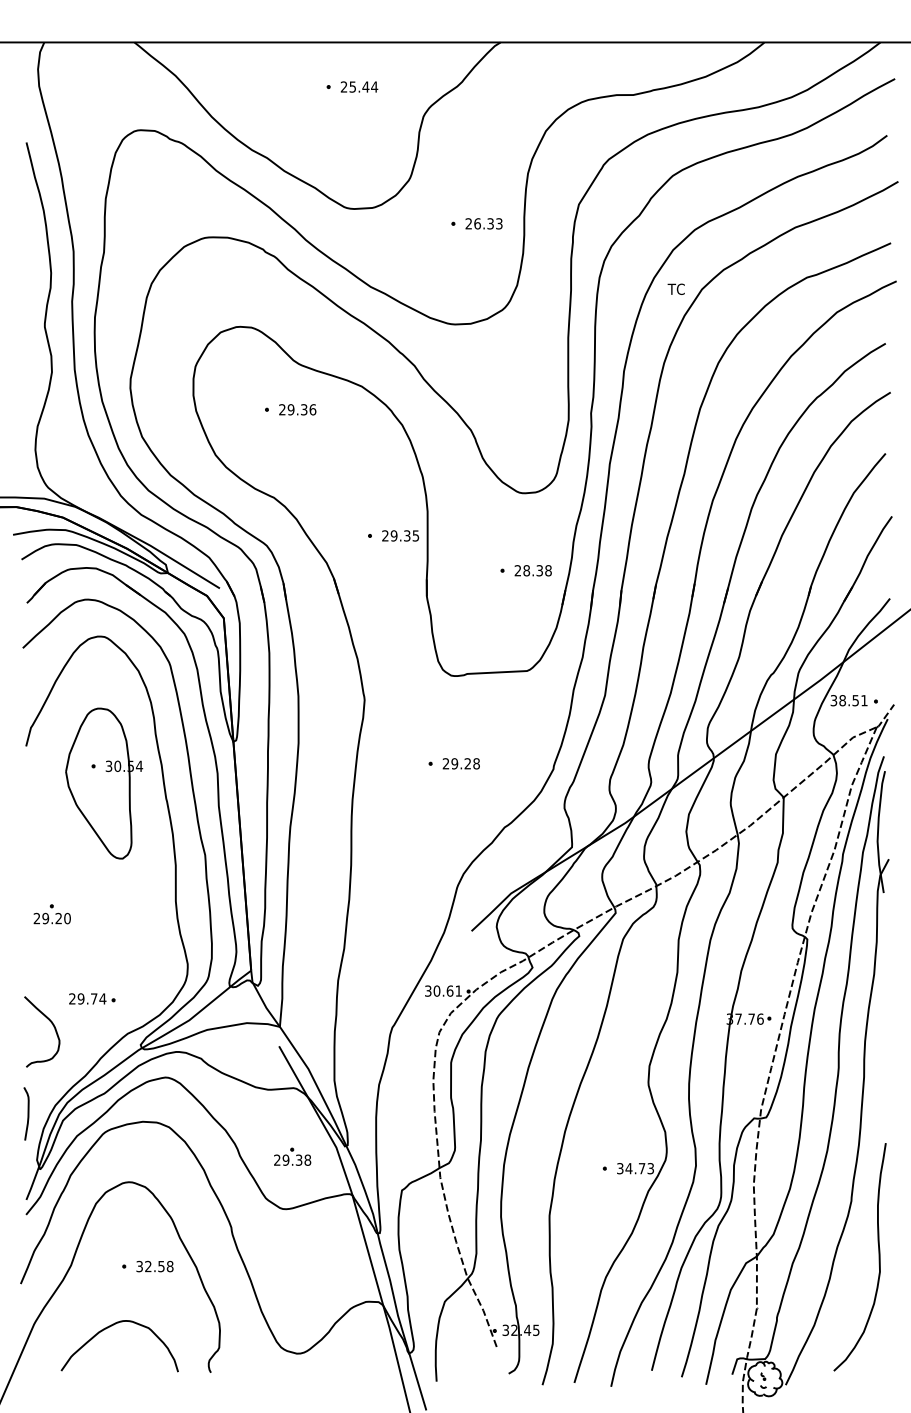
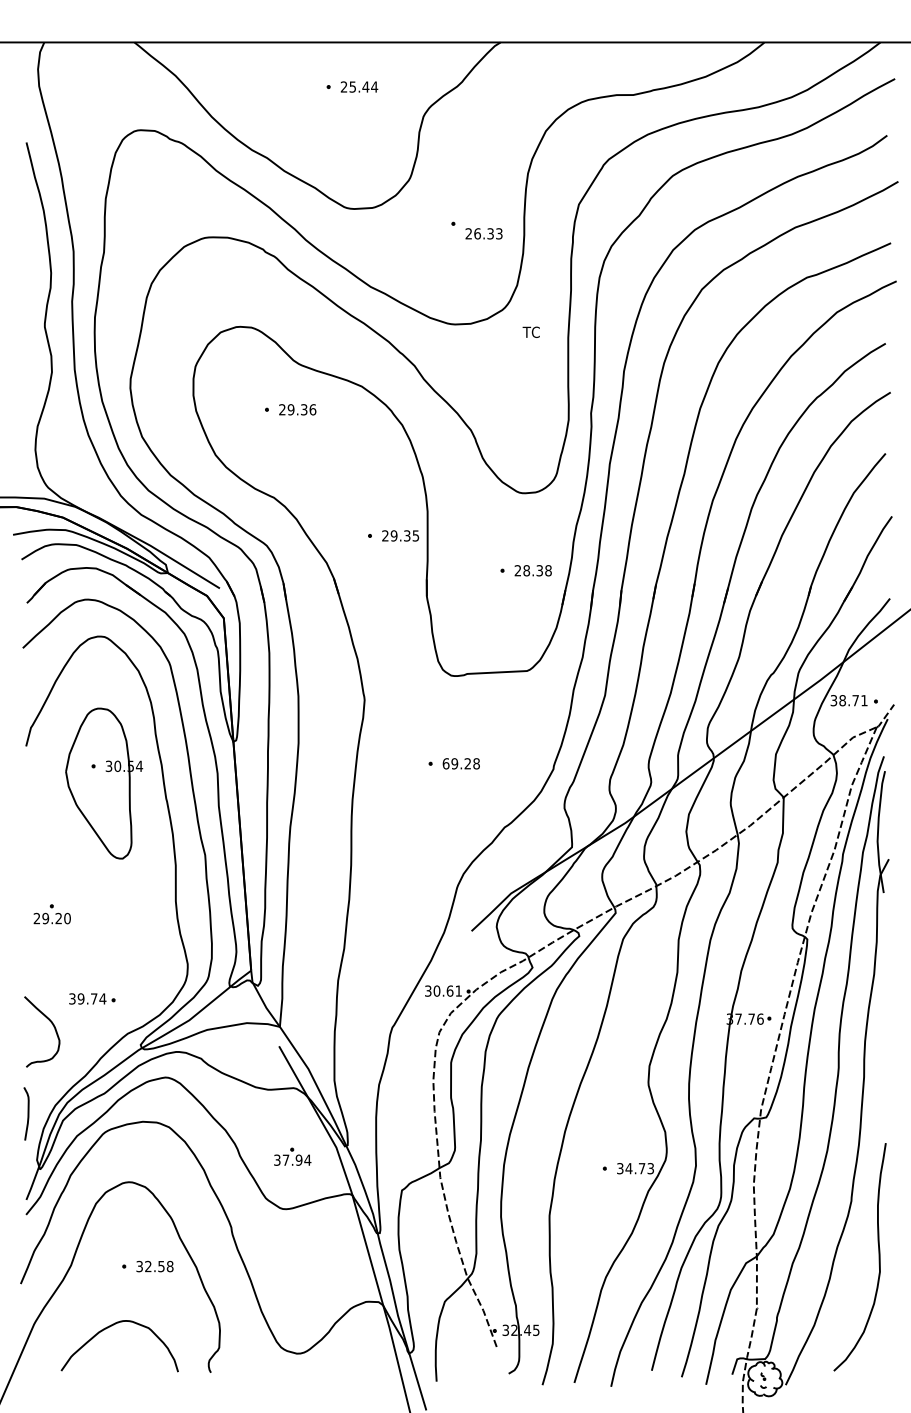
text at (483, 223) position: (483, 223) -> (483, 233)
text at (675, 288) position: (675, 288) -> (530, 331)
text at (855, 700): 38.51 -> 38.71
text at (445, 763): 29.28 -> 69.28
text at (72, 999): 29.74 -> 39.74
text at (292, 1159): 29.38 -> 37.94
